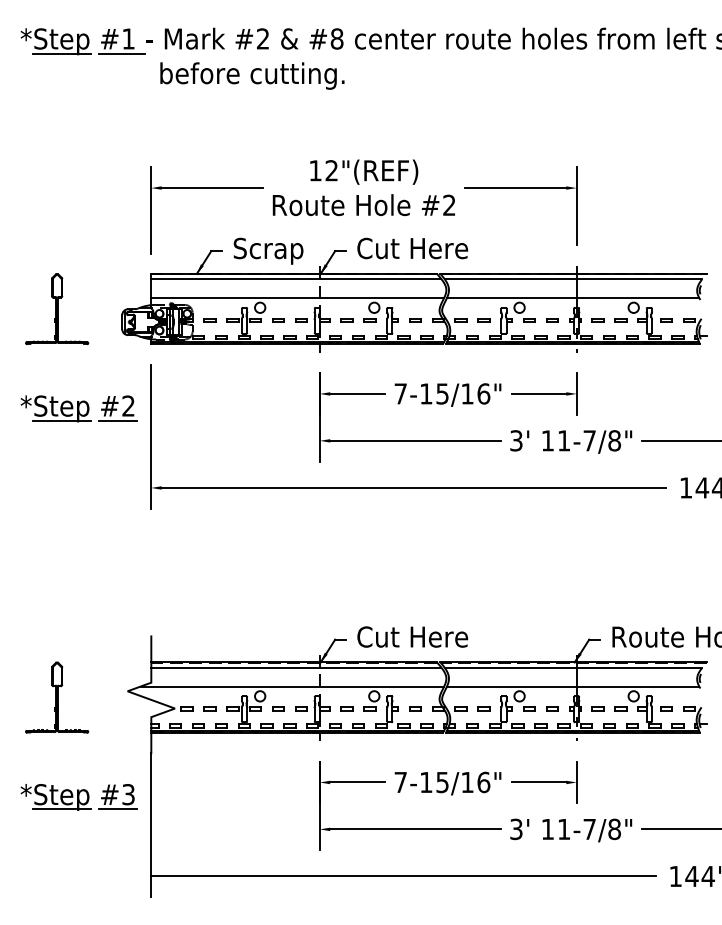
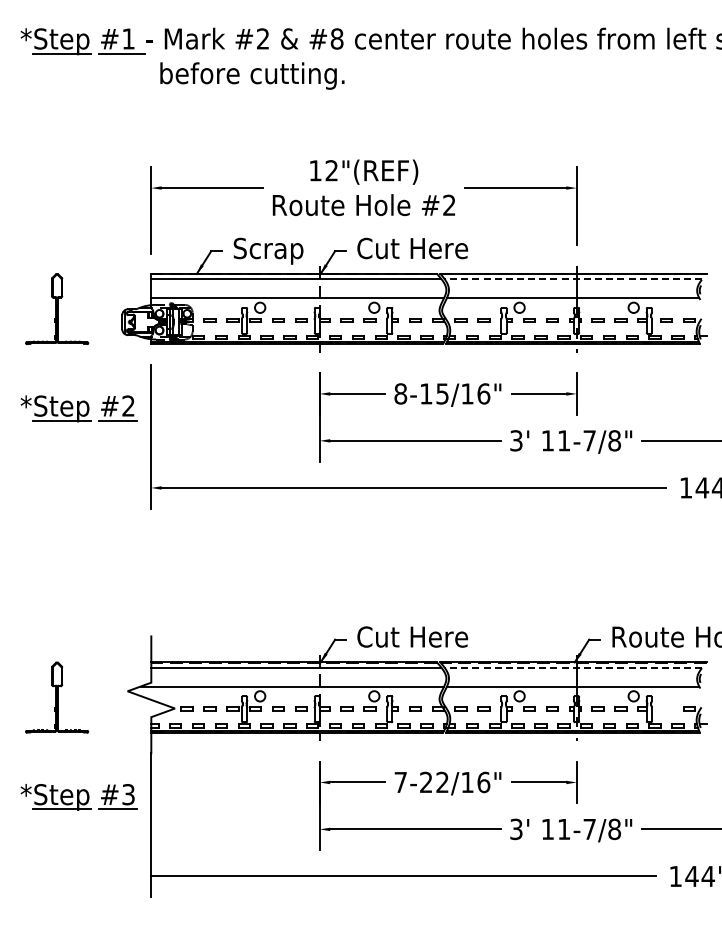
line at (573, 279): solid -> dashed
text at (400, 393): 7-15/16" -> 8-15/16"
line at (573, 667): solid -> dashed
part at (666, 708): present -> none
text at (434, 782): 7-15/16" -> 7-22/16"
